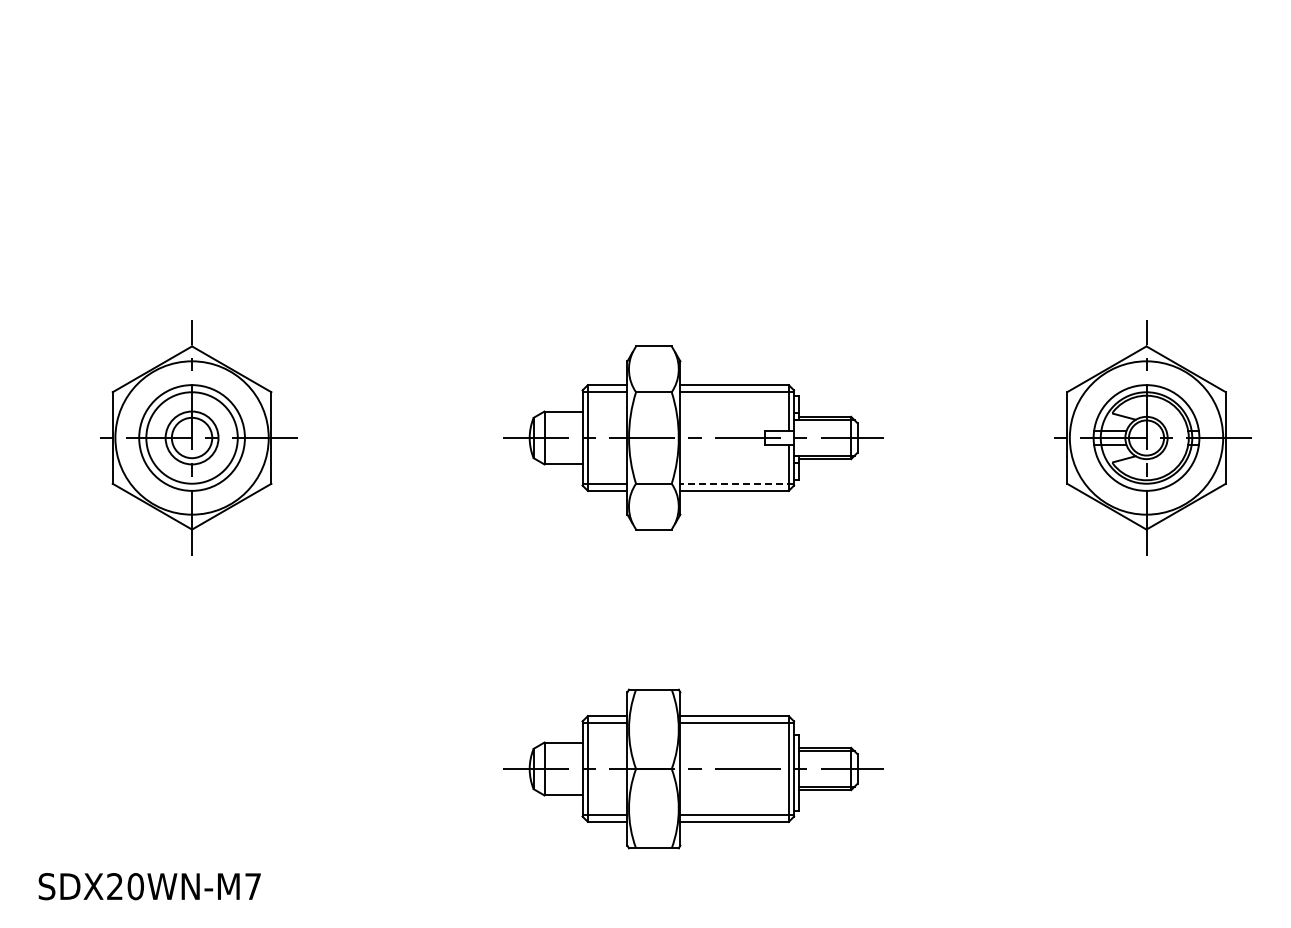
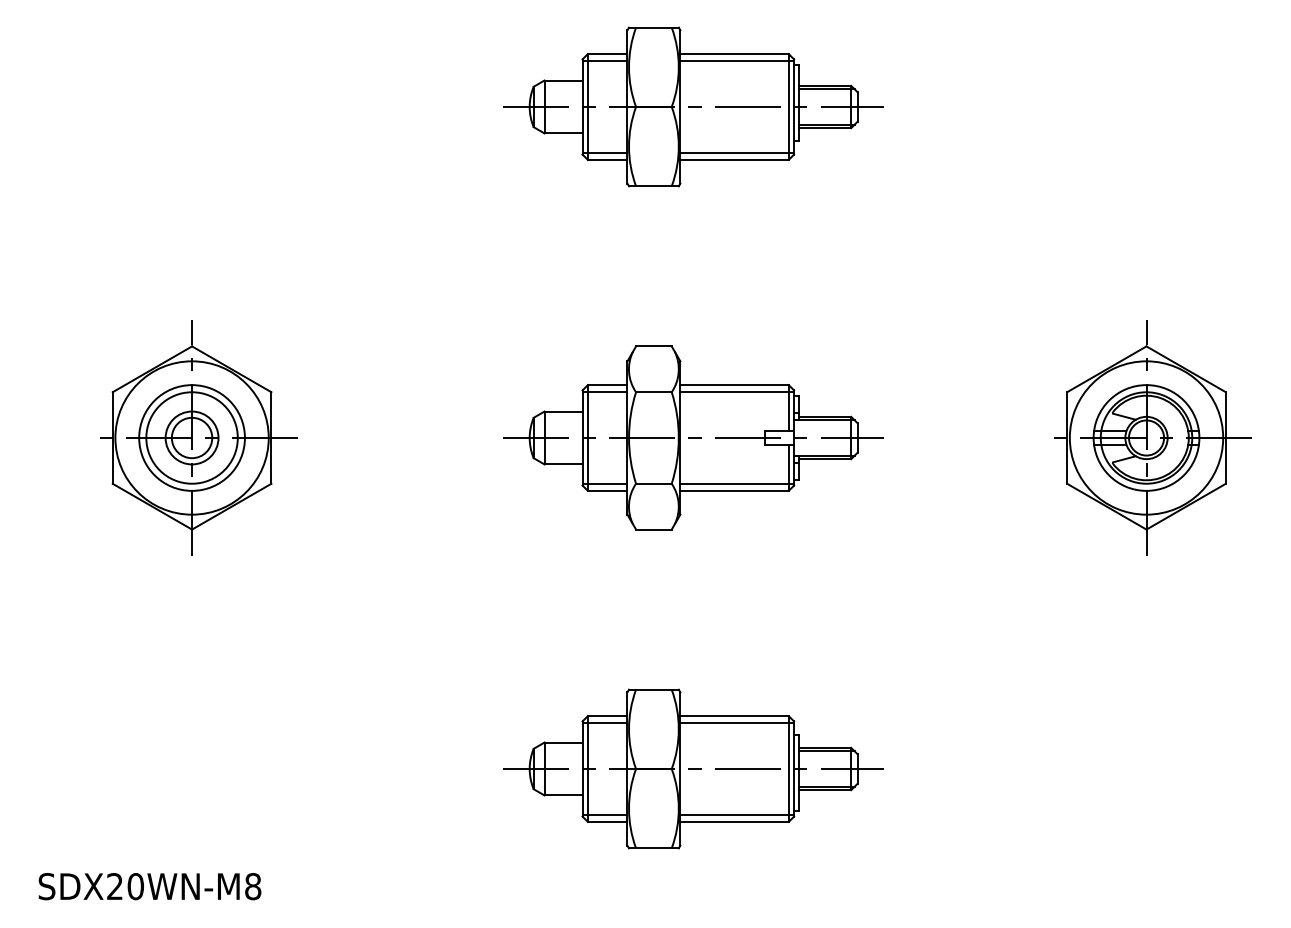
part at (693, 106): none -> present
line at (737, 483): dashed -> solid
text at (253, 886): SDX20WN-M7 -> SDX20WN-M8
